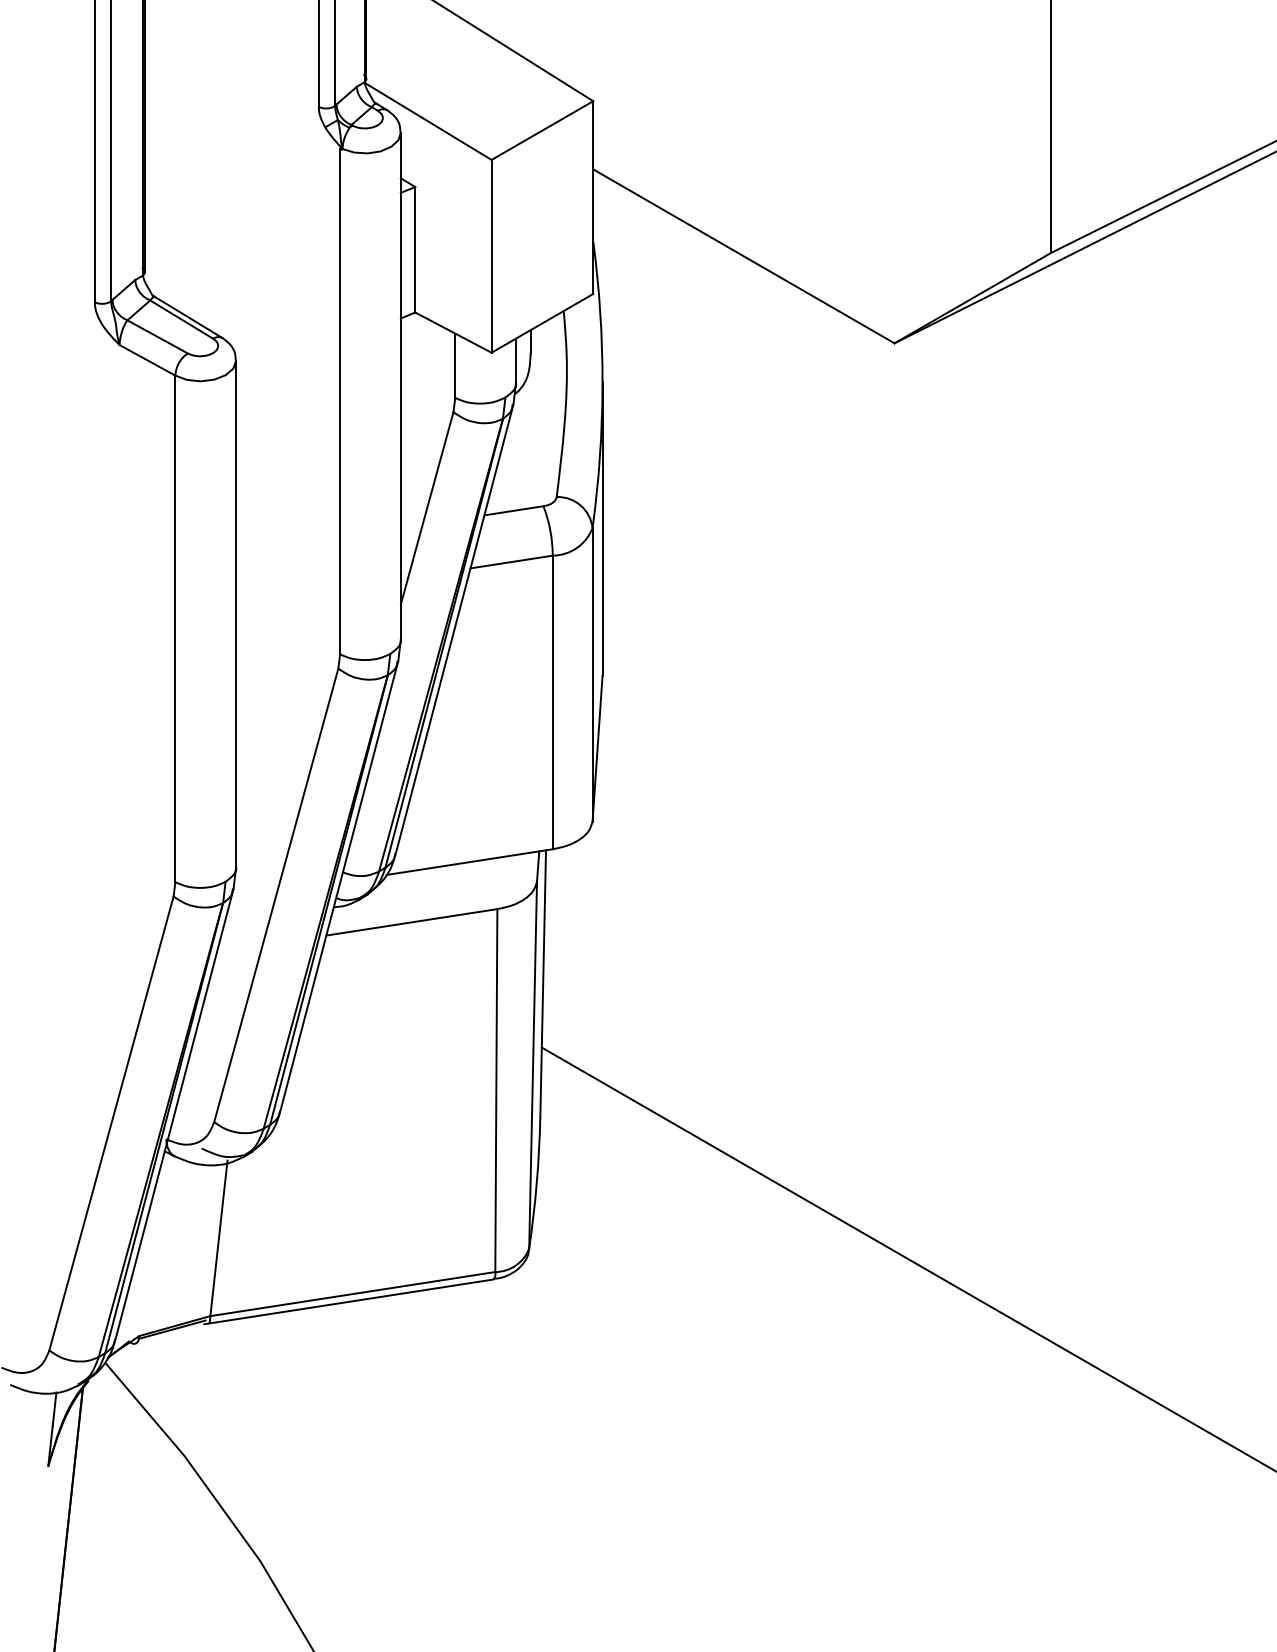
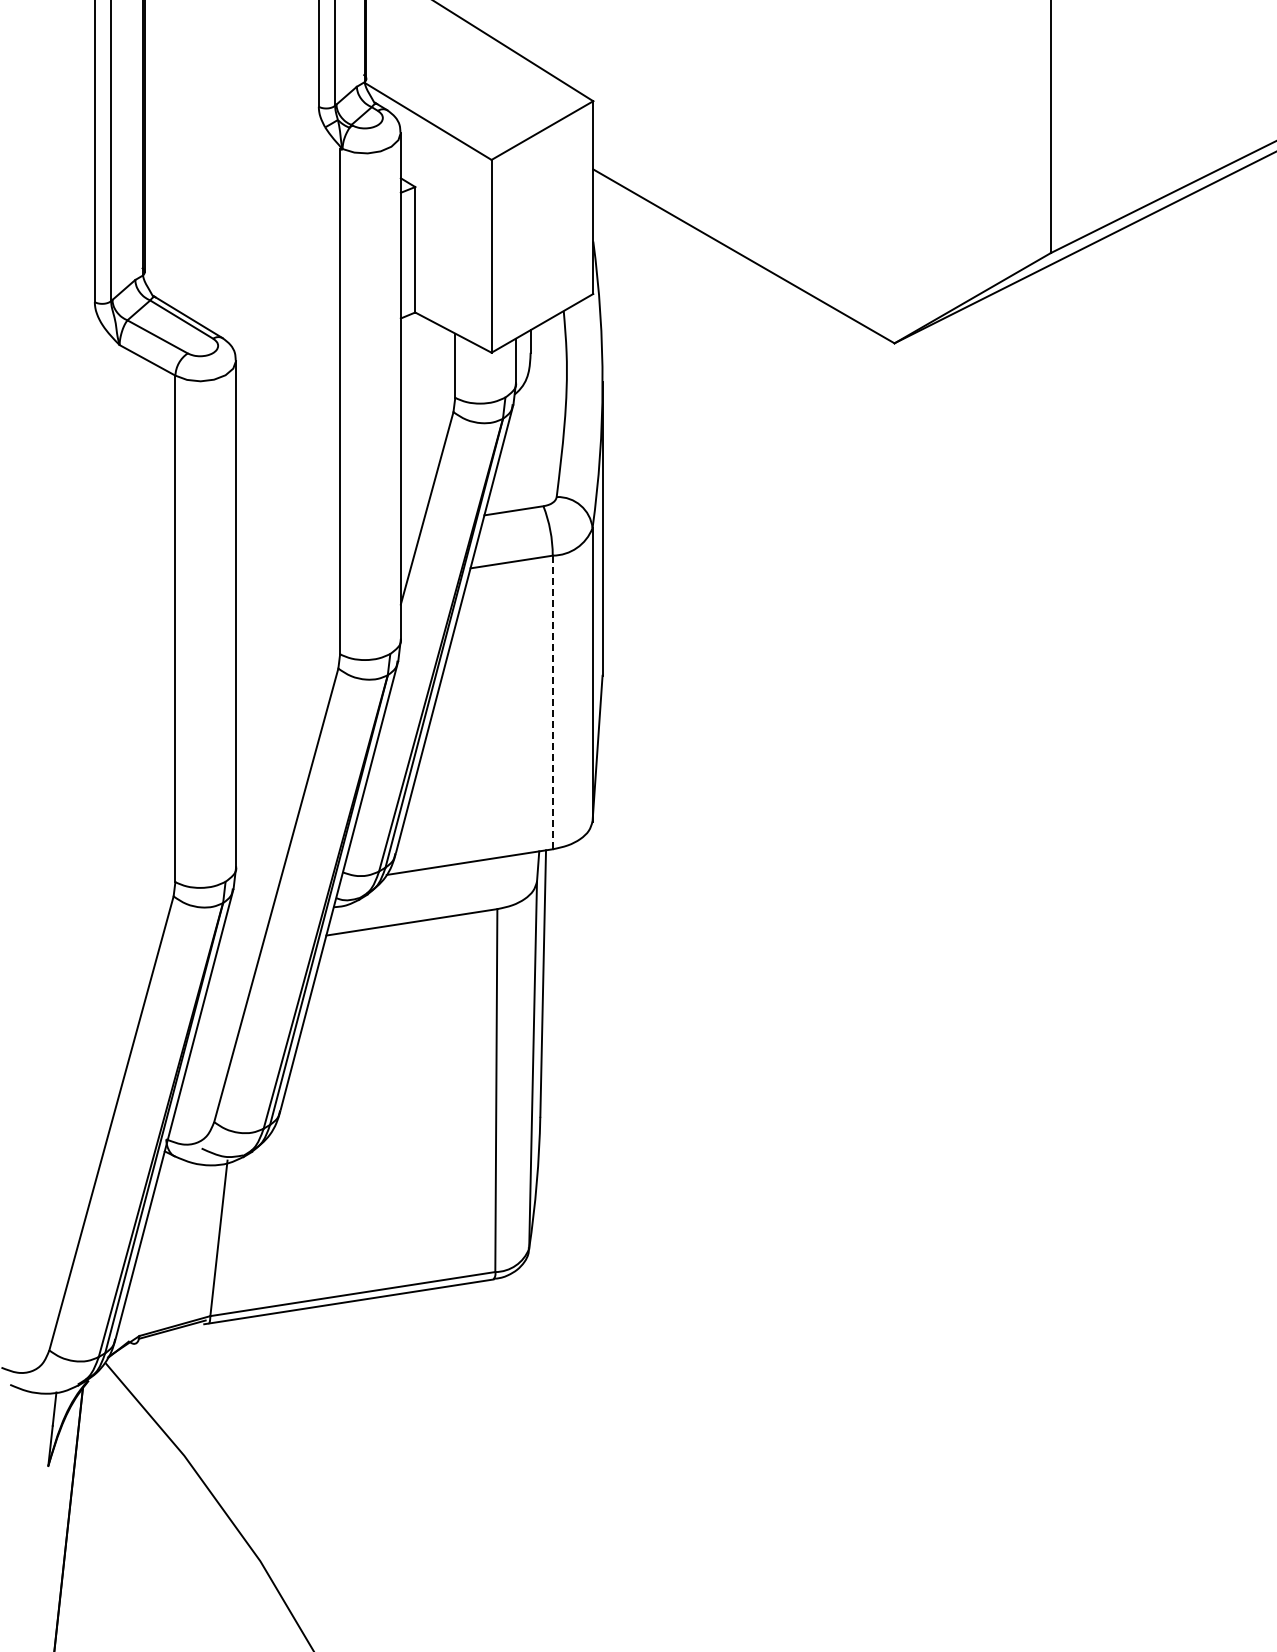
line at (552, 702): solid -> dashed
line at (907, 1258): present -> none
